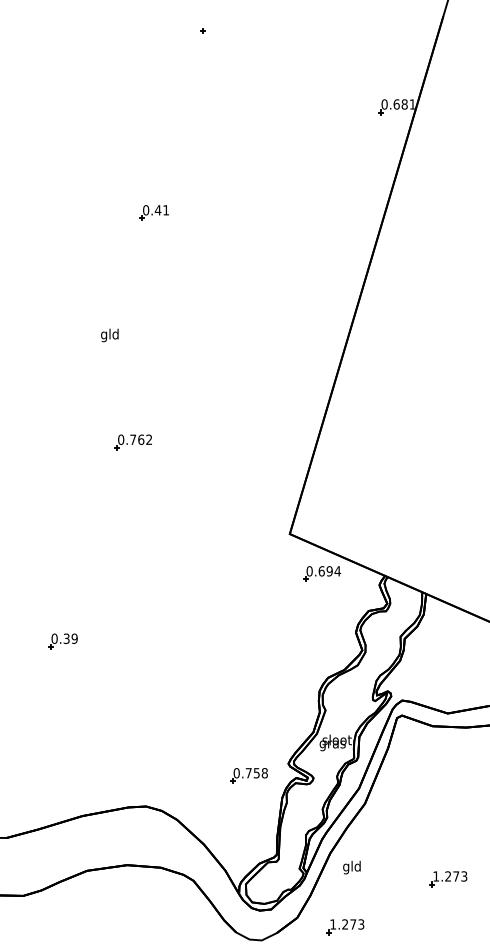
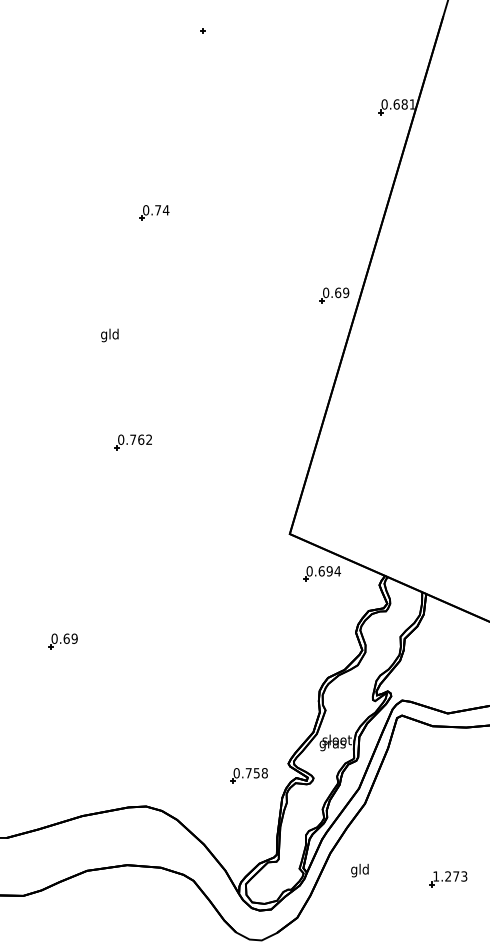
text at (161, 210): 0.41 -> 0.74
part at (334, 295): none -> present
text at (66, 638): 0.39 -> 0.69
text at (351, 867) position: (351, 867) -> (359, 870)
part at (345, 927): present -> none
